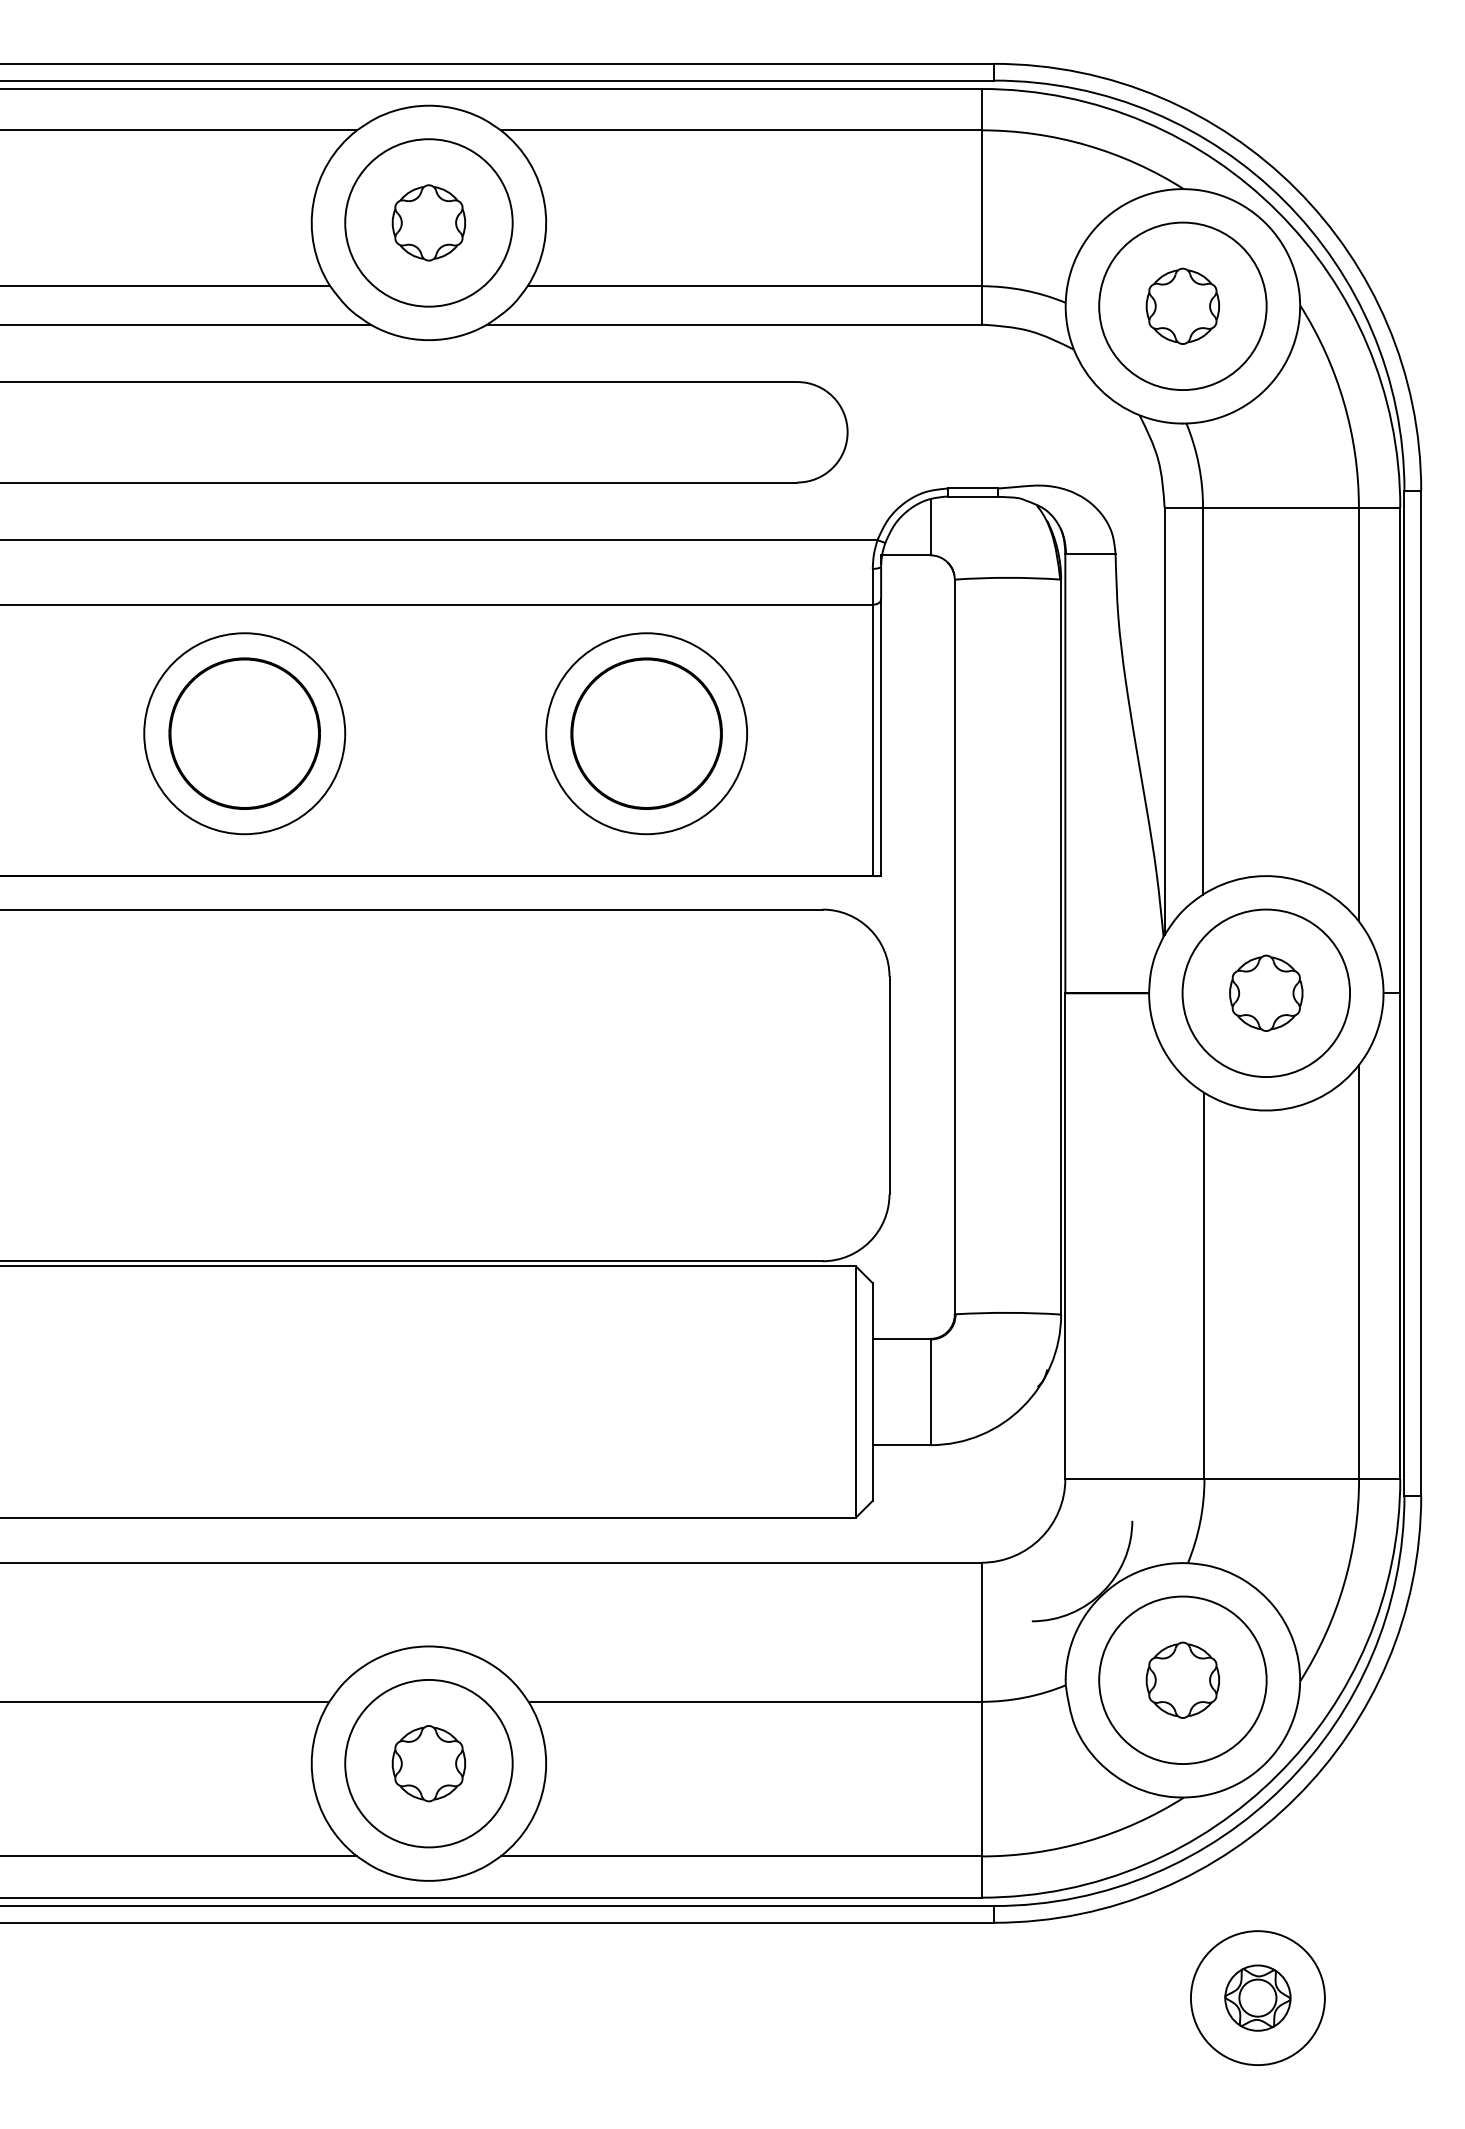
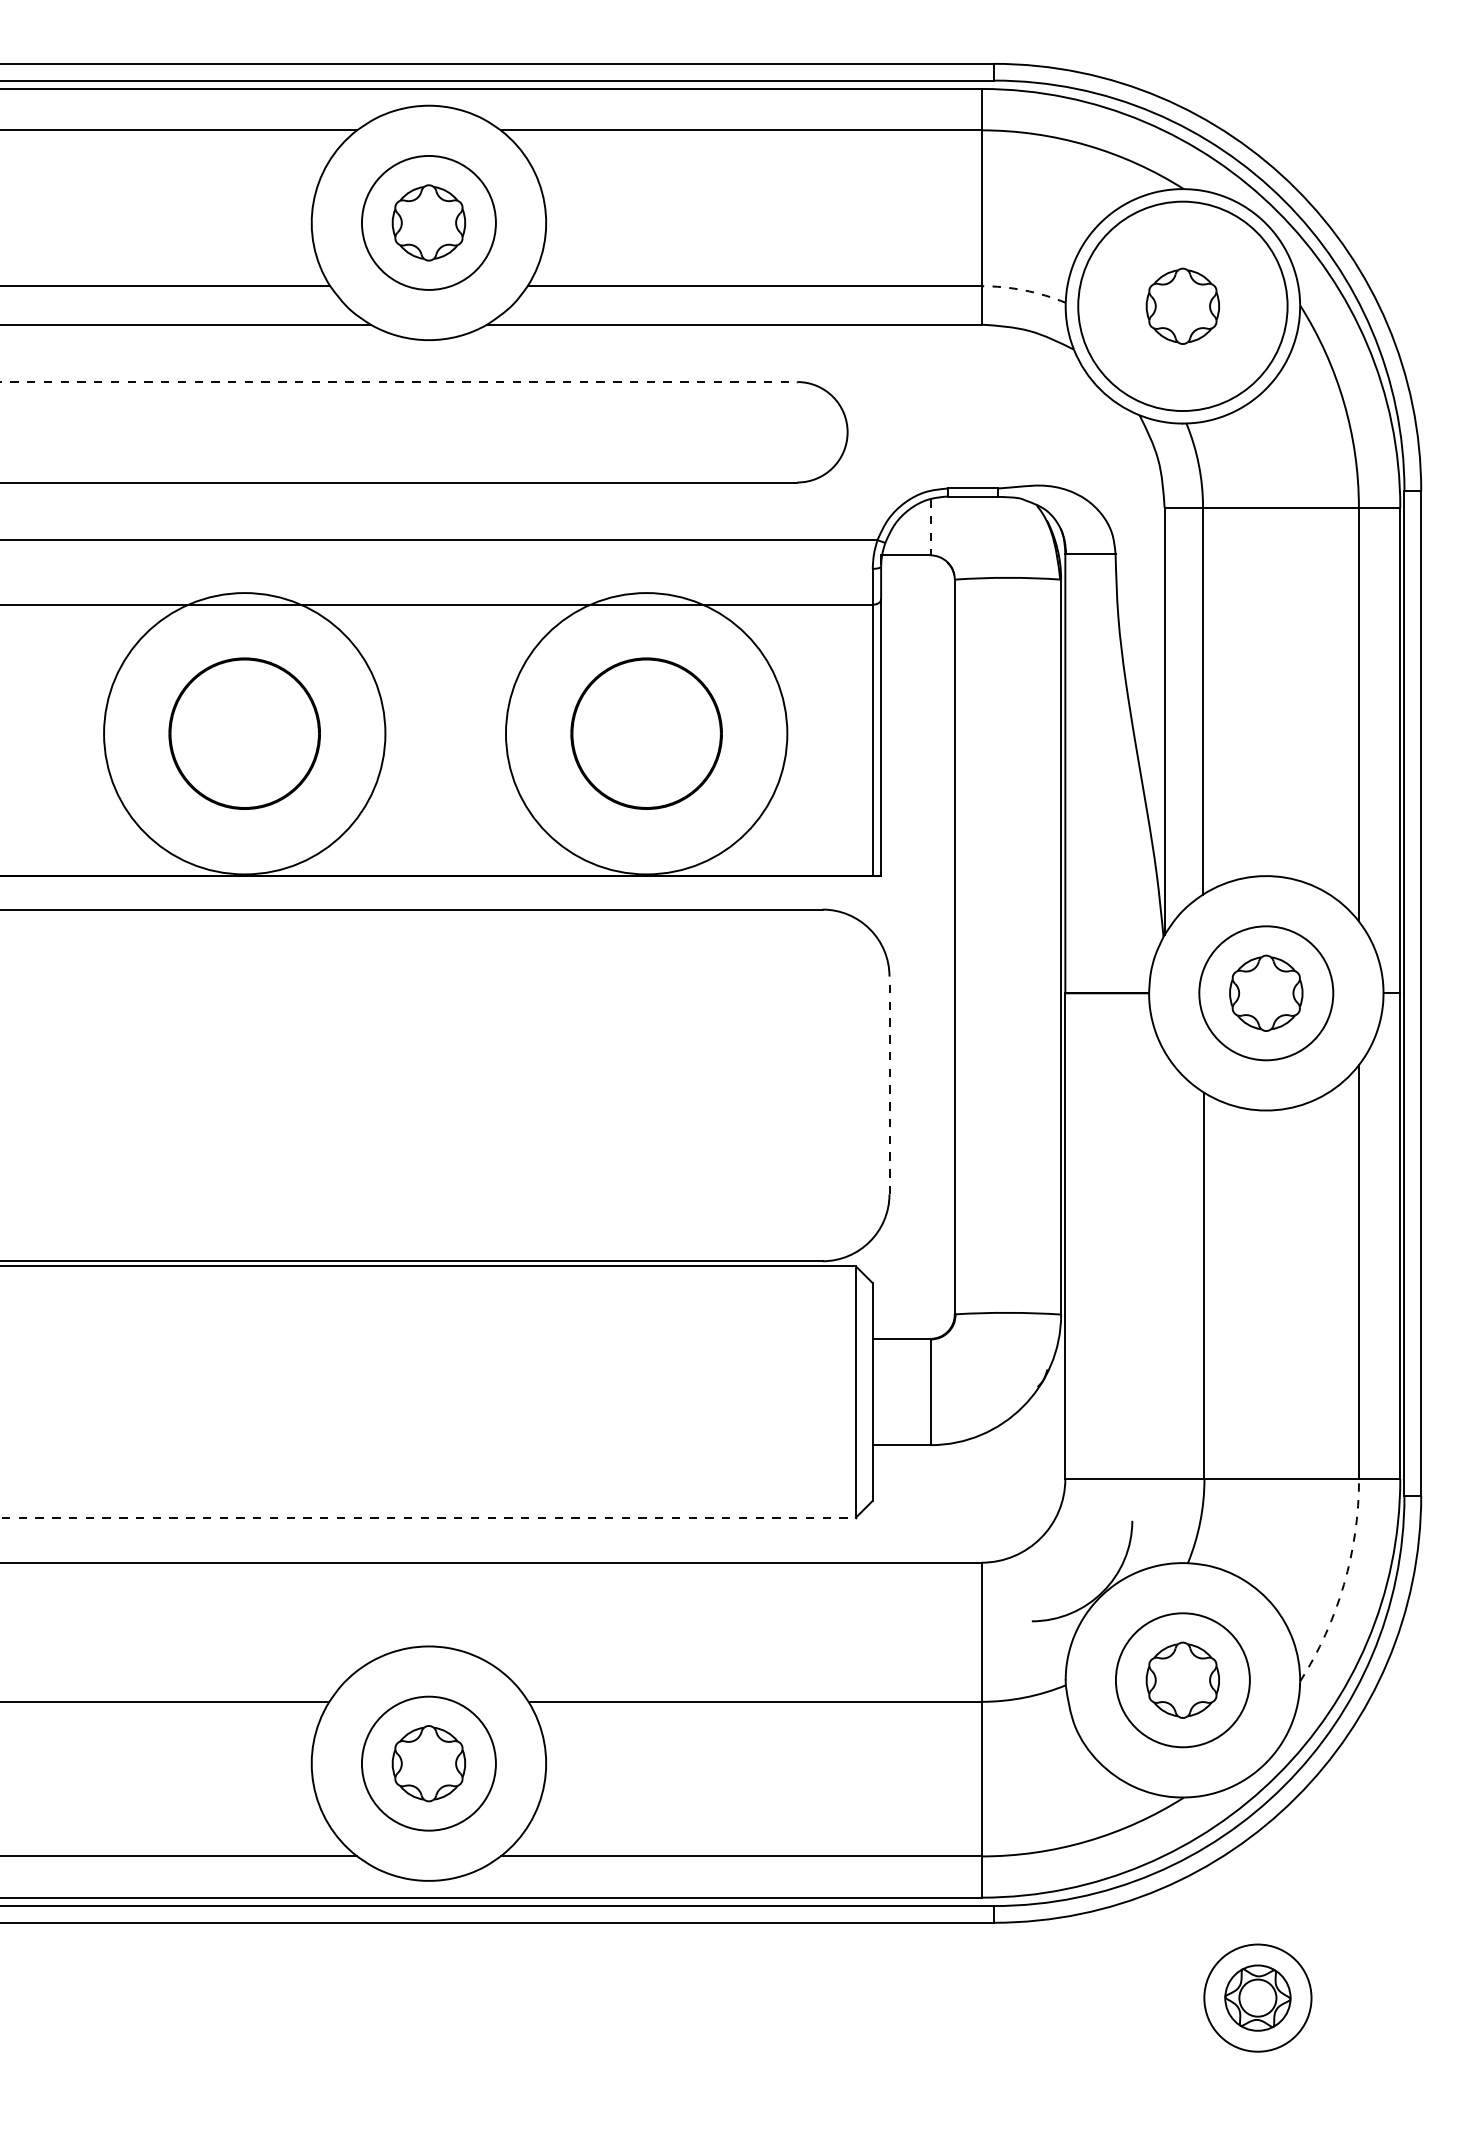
circle at (428, 222) diameter: 167 px -> 134 px
arc at (1024, 290): solid -> dashed
circle at (1182, 306) diameter: 167 px -> 209 px
line at (399, 382): solid -> dashed
line at (930, 527): solid -> dashed
circle at (244, 733) diameter: 201 px -> 281 px
circle at (646, 733) diameter: 201 px -> 281 px
circle at (1266, 993) diameter: 167 px -> 134 px
line at (889, 1085): solid -> dashed
line at (428, 1517): solid -> dashed
arc at (1344, 1584): solid -> dashed
circle at (1182, 1680) diameter: 167 px -> 134 px
circle at (428, 1763) diameter: 167 px -> 134 px
circle at (1257, 1998) diameter: 134 px -> 107 px
